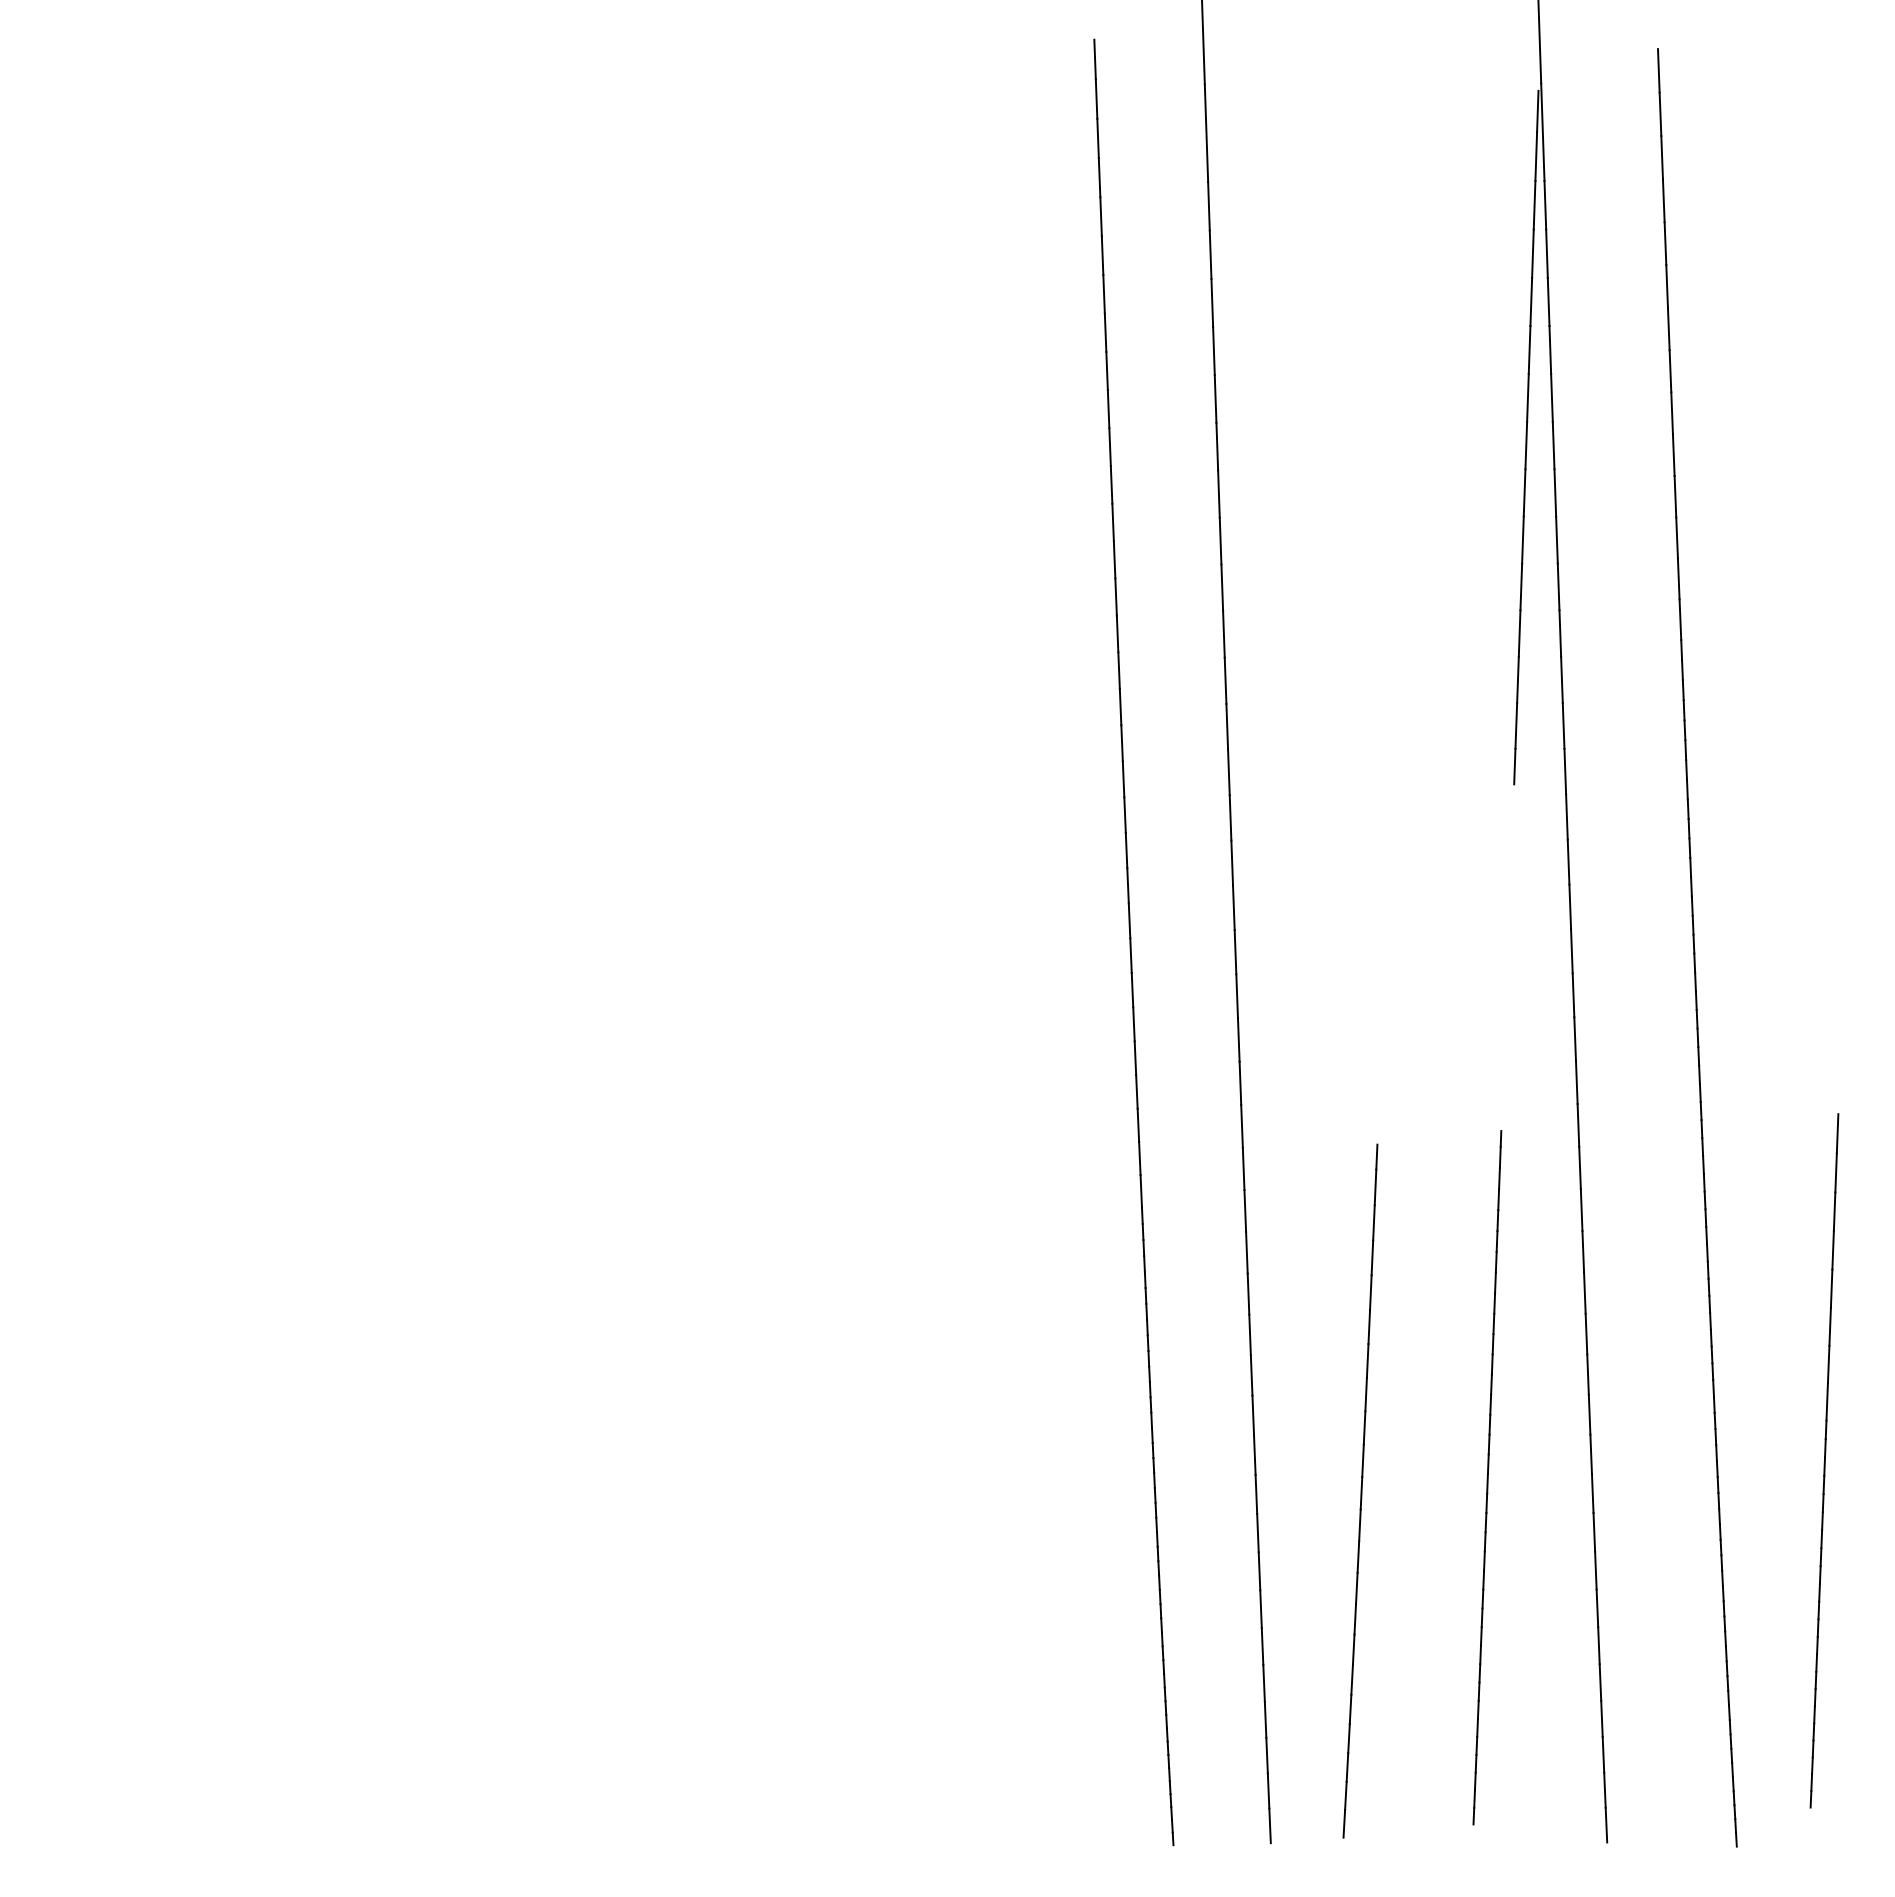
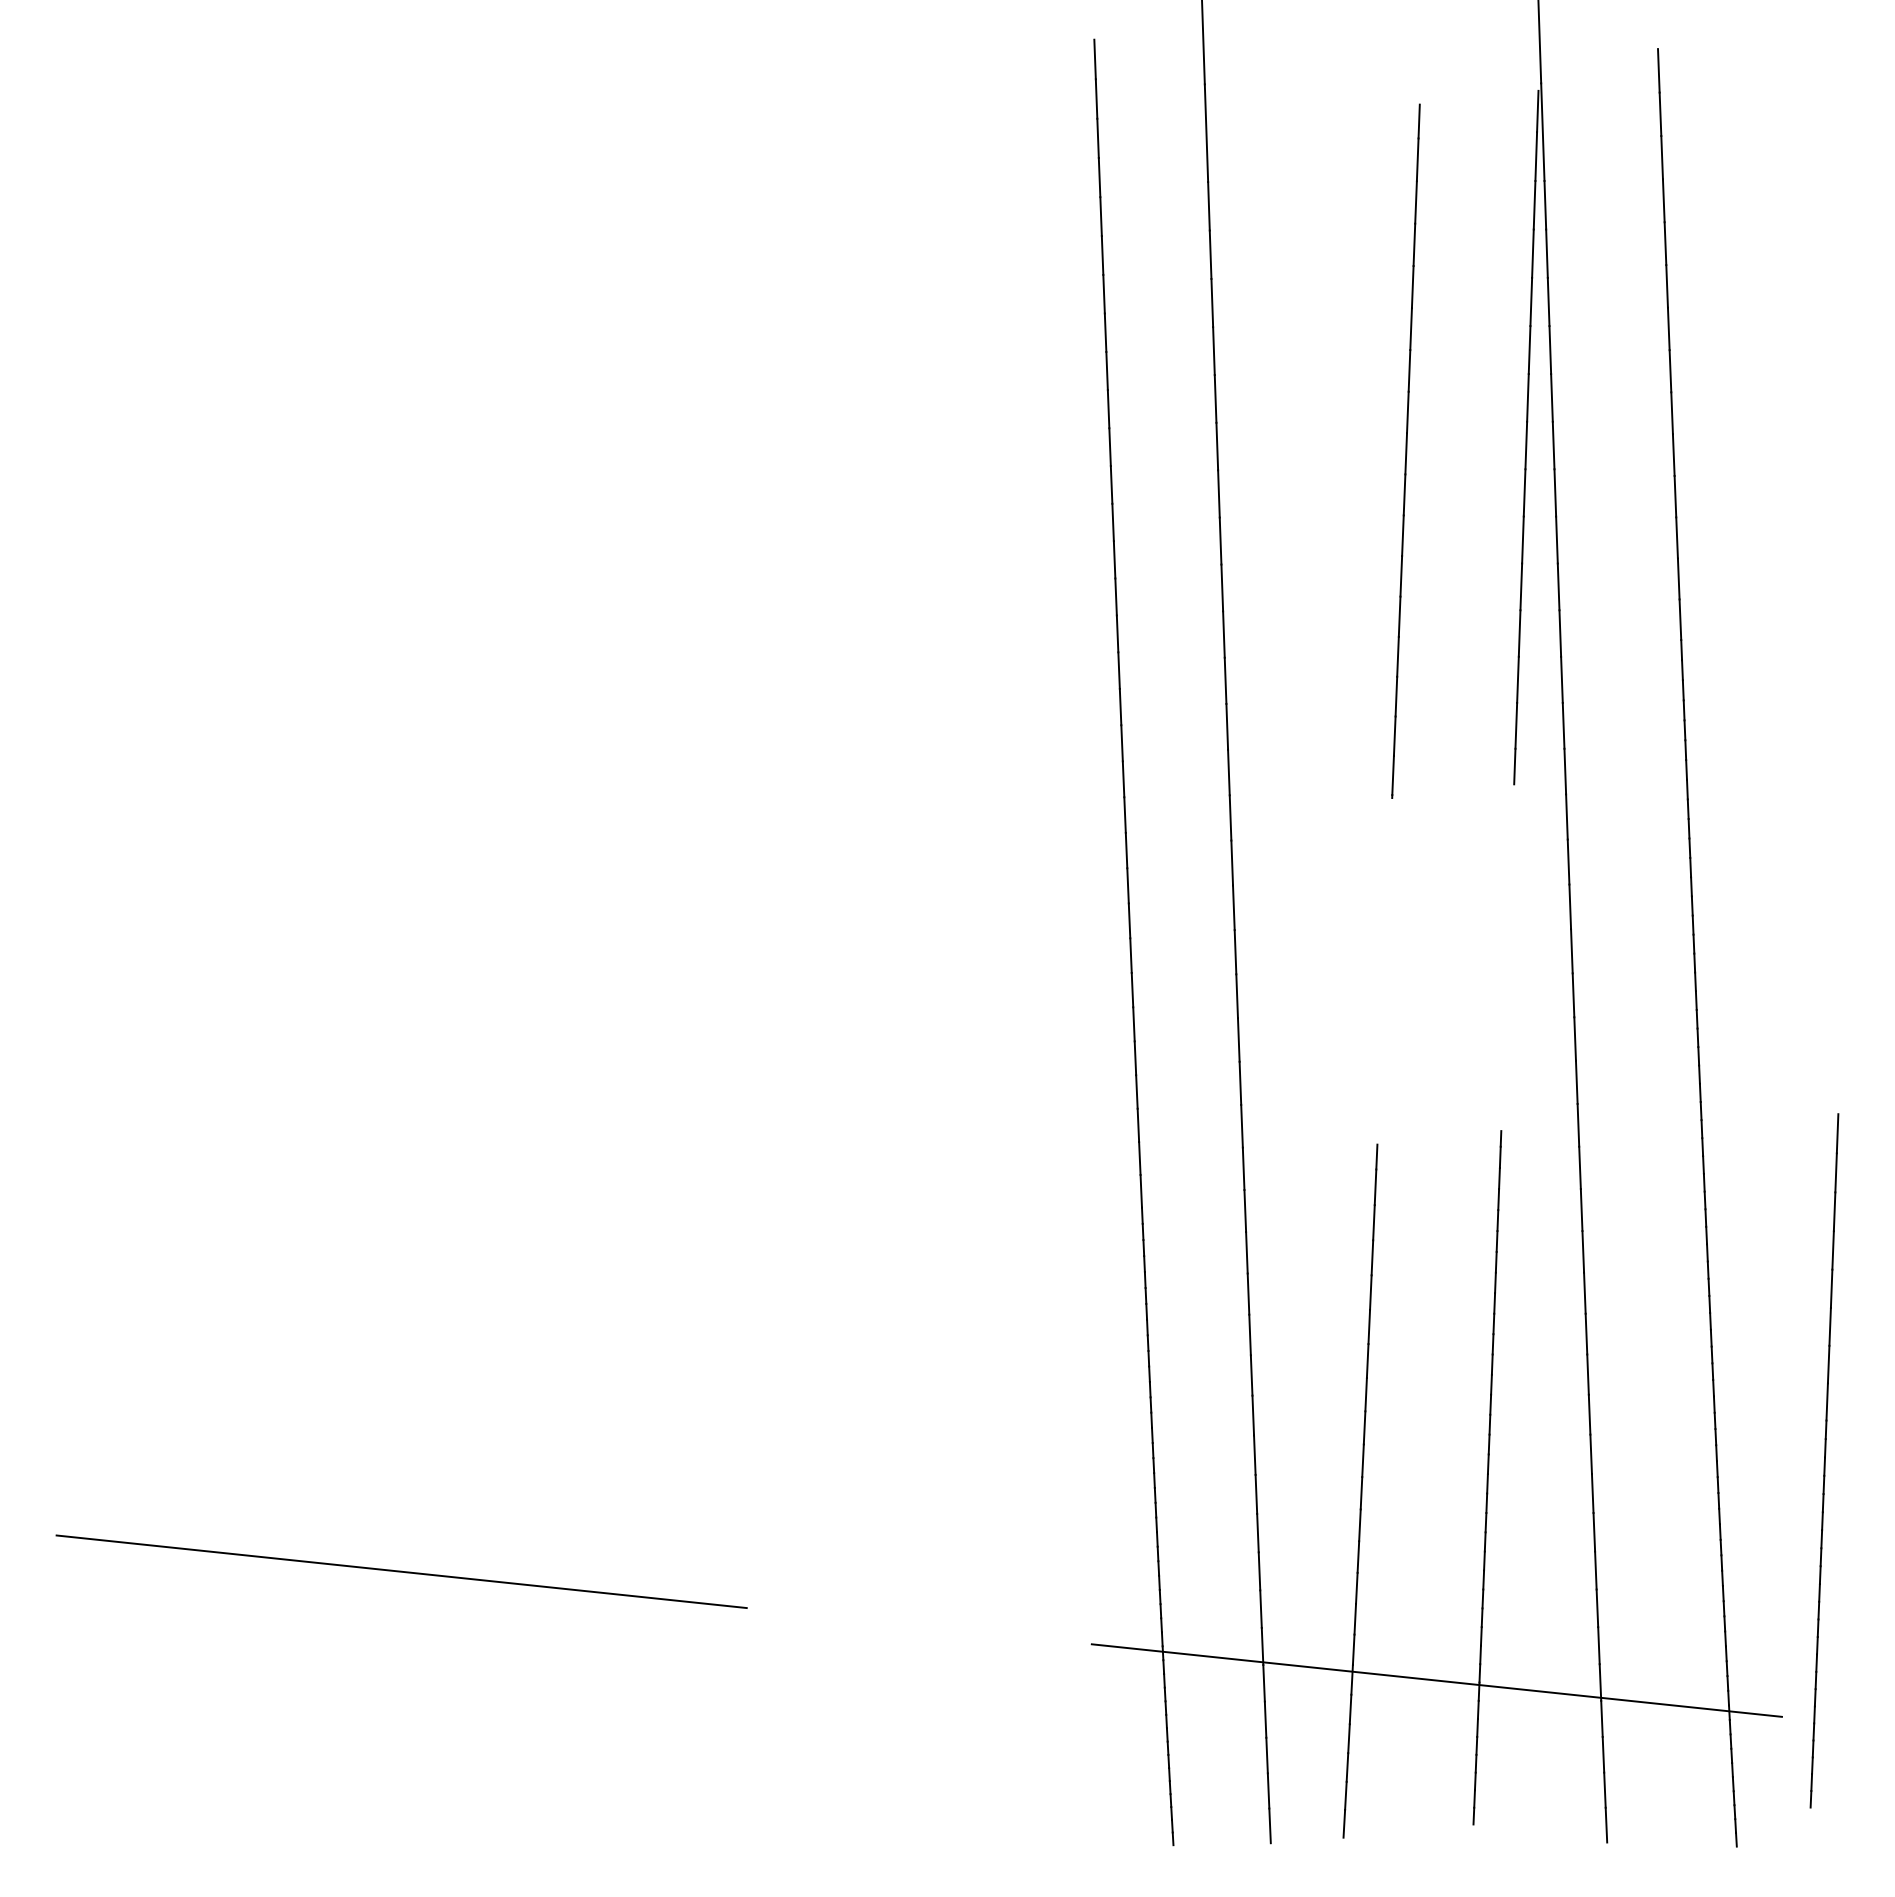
line at (1405, 450): none -> present
line at (401, 1571): none -> present
line at (1436, 1680): none -> present
